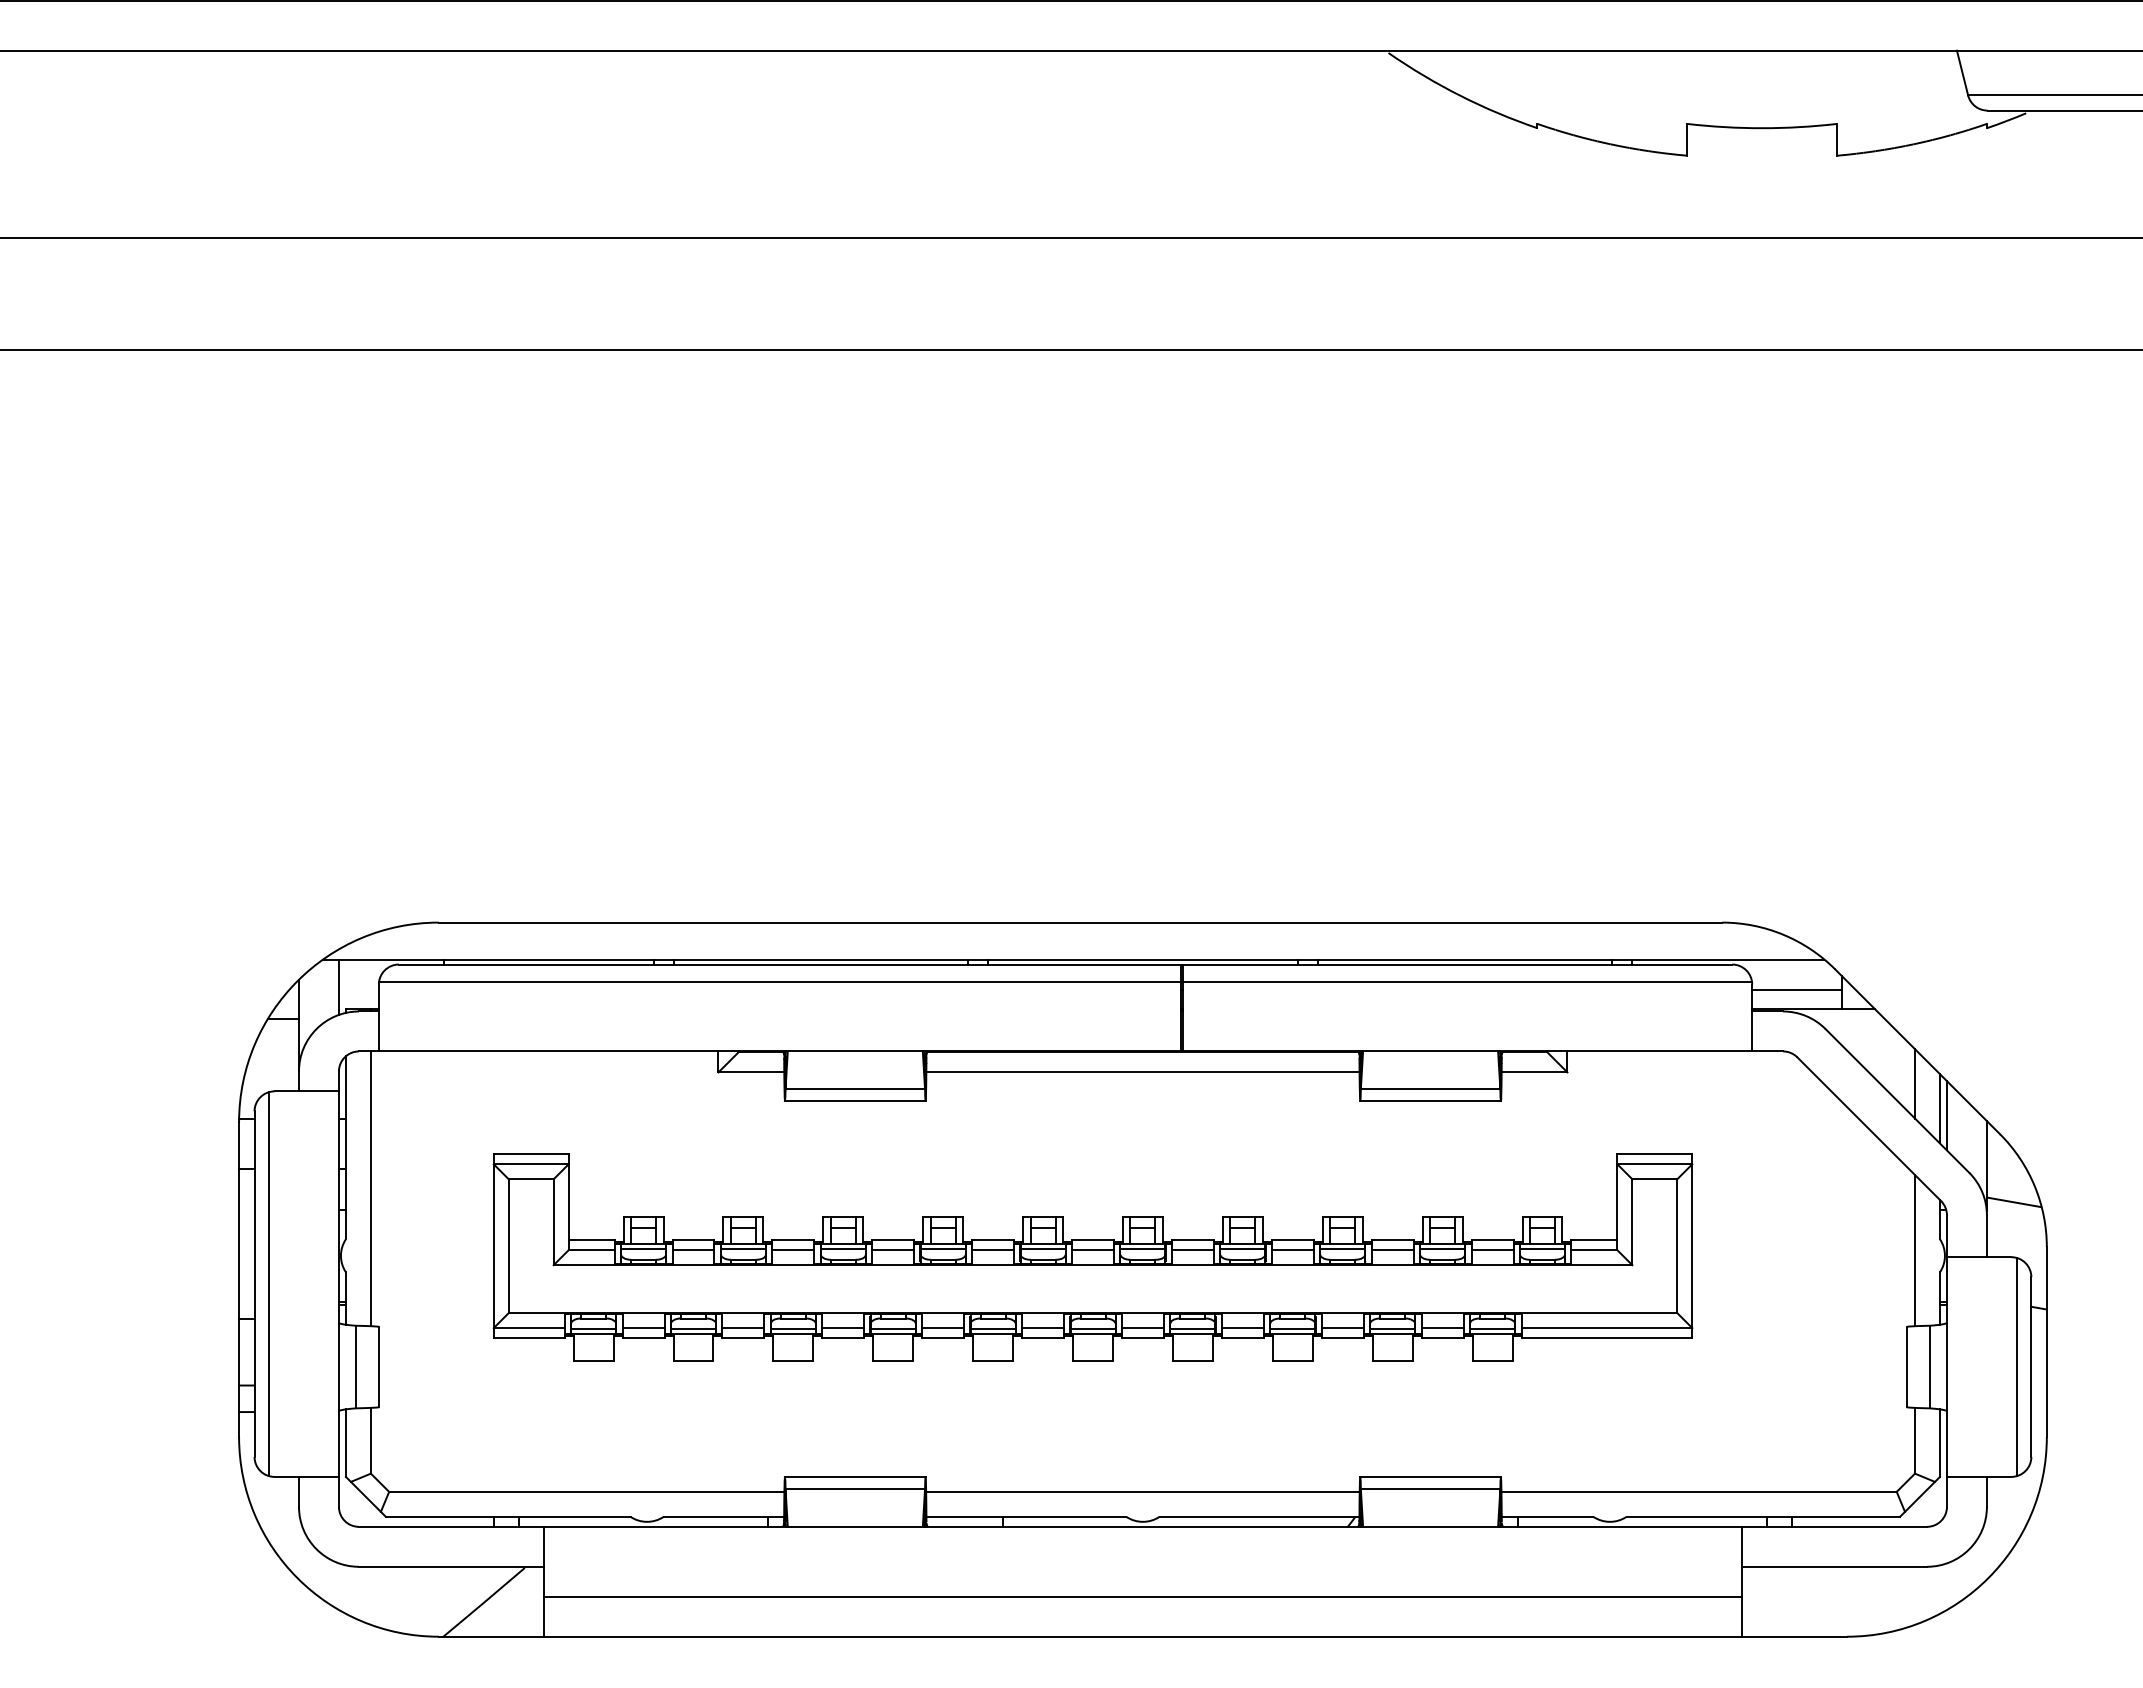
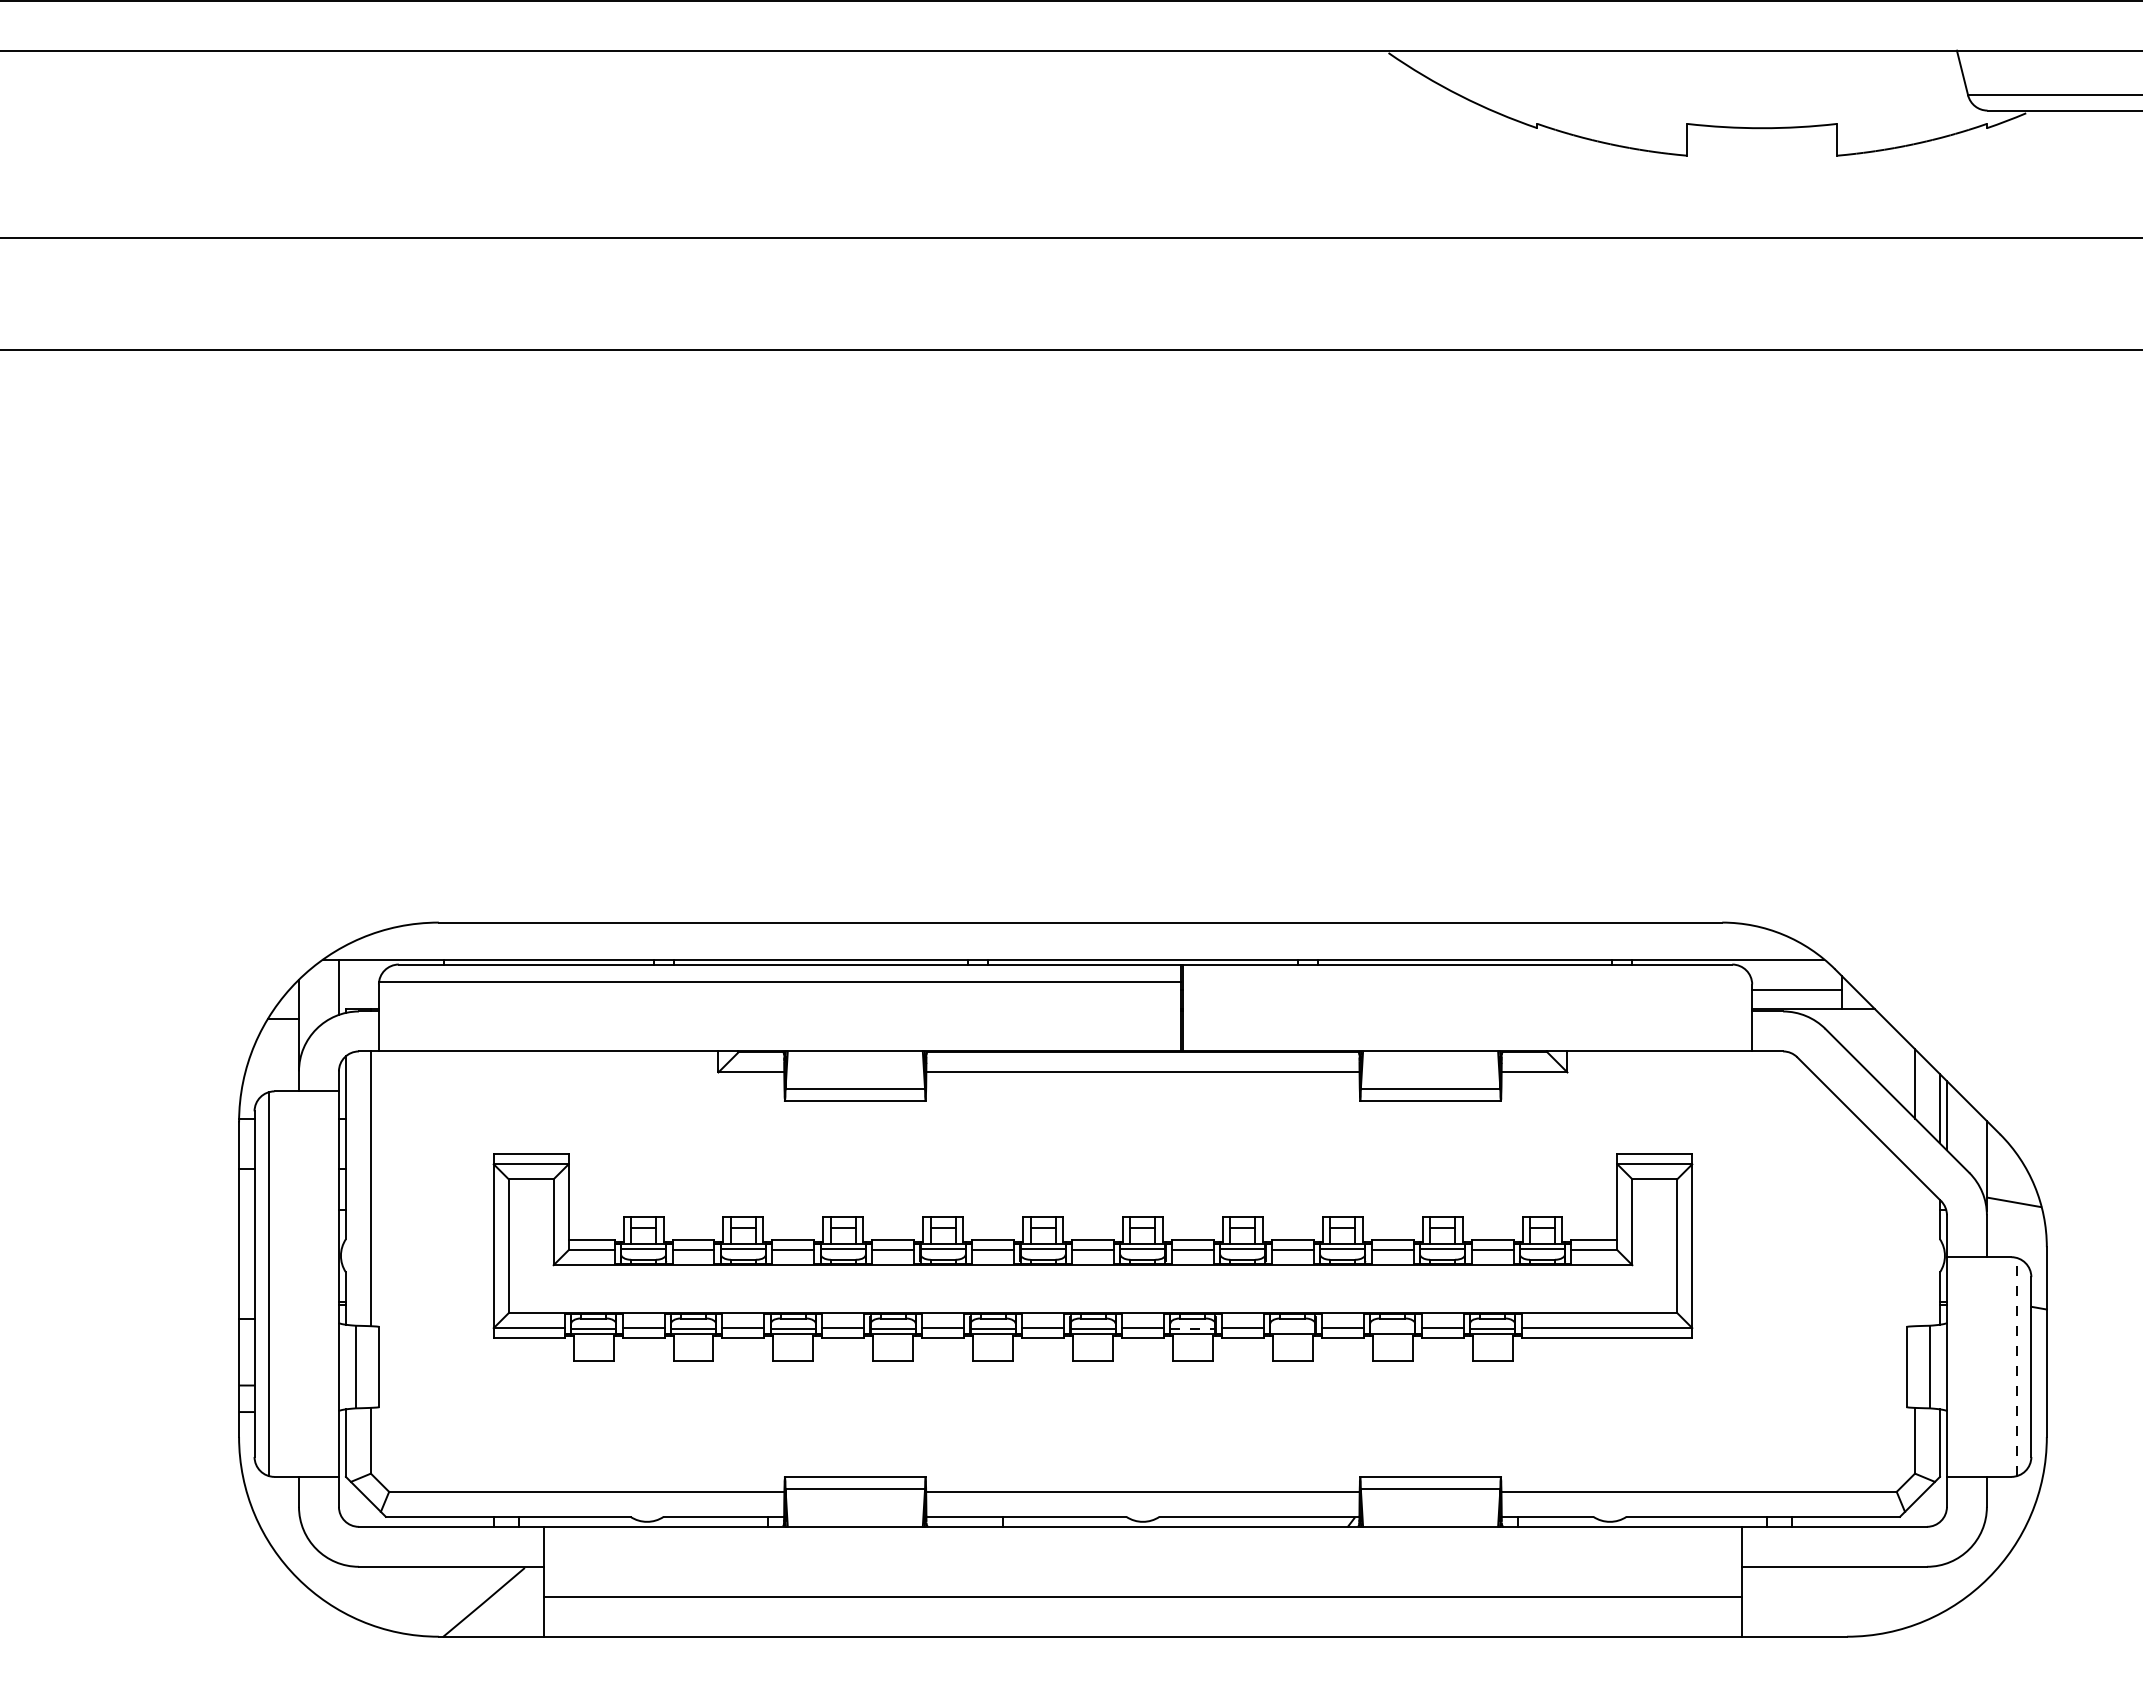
line at (1466, 981): present -> none
line at (1915, 1250): present -> none
line at (1193, 1328): solid -> dashed
line at (1292, 1328): present -> none
line at (1392, 1328): present -> none
line at (2016, 1366): solid -> dashed
